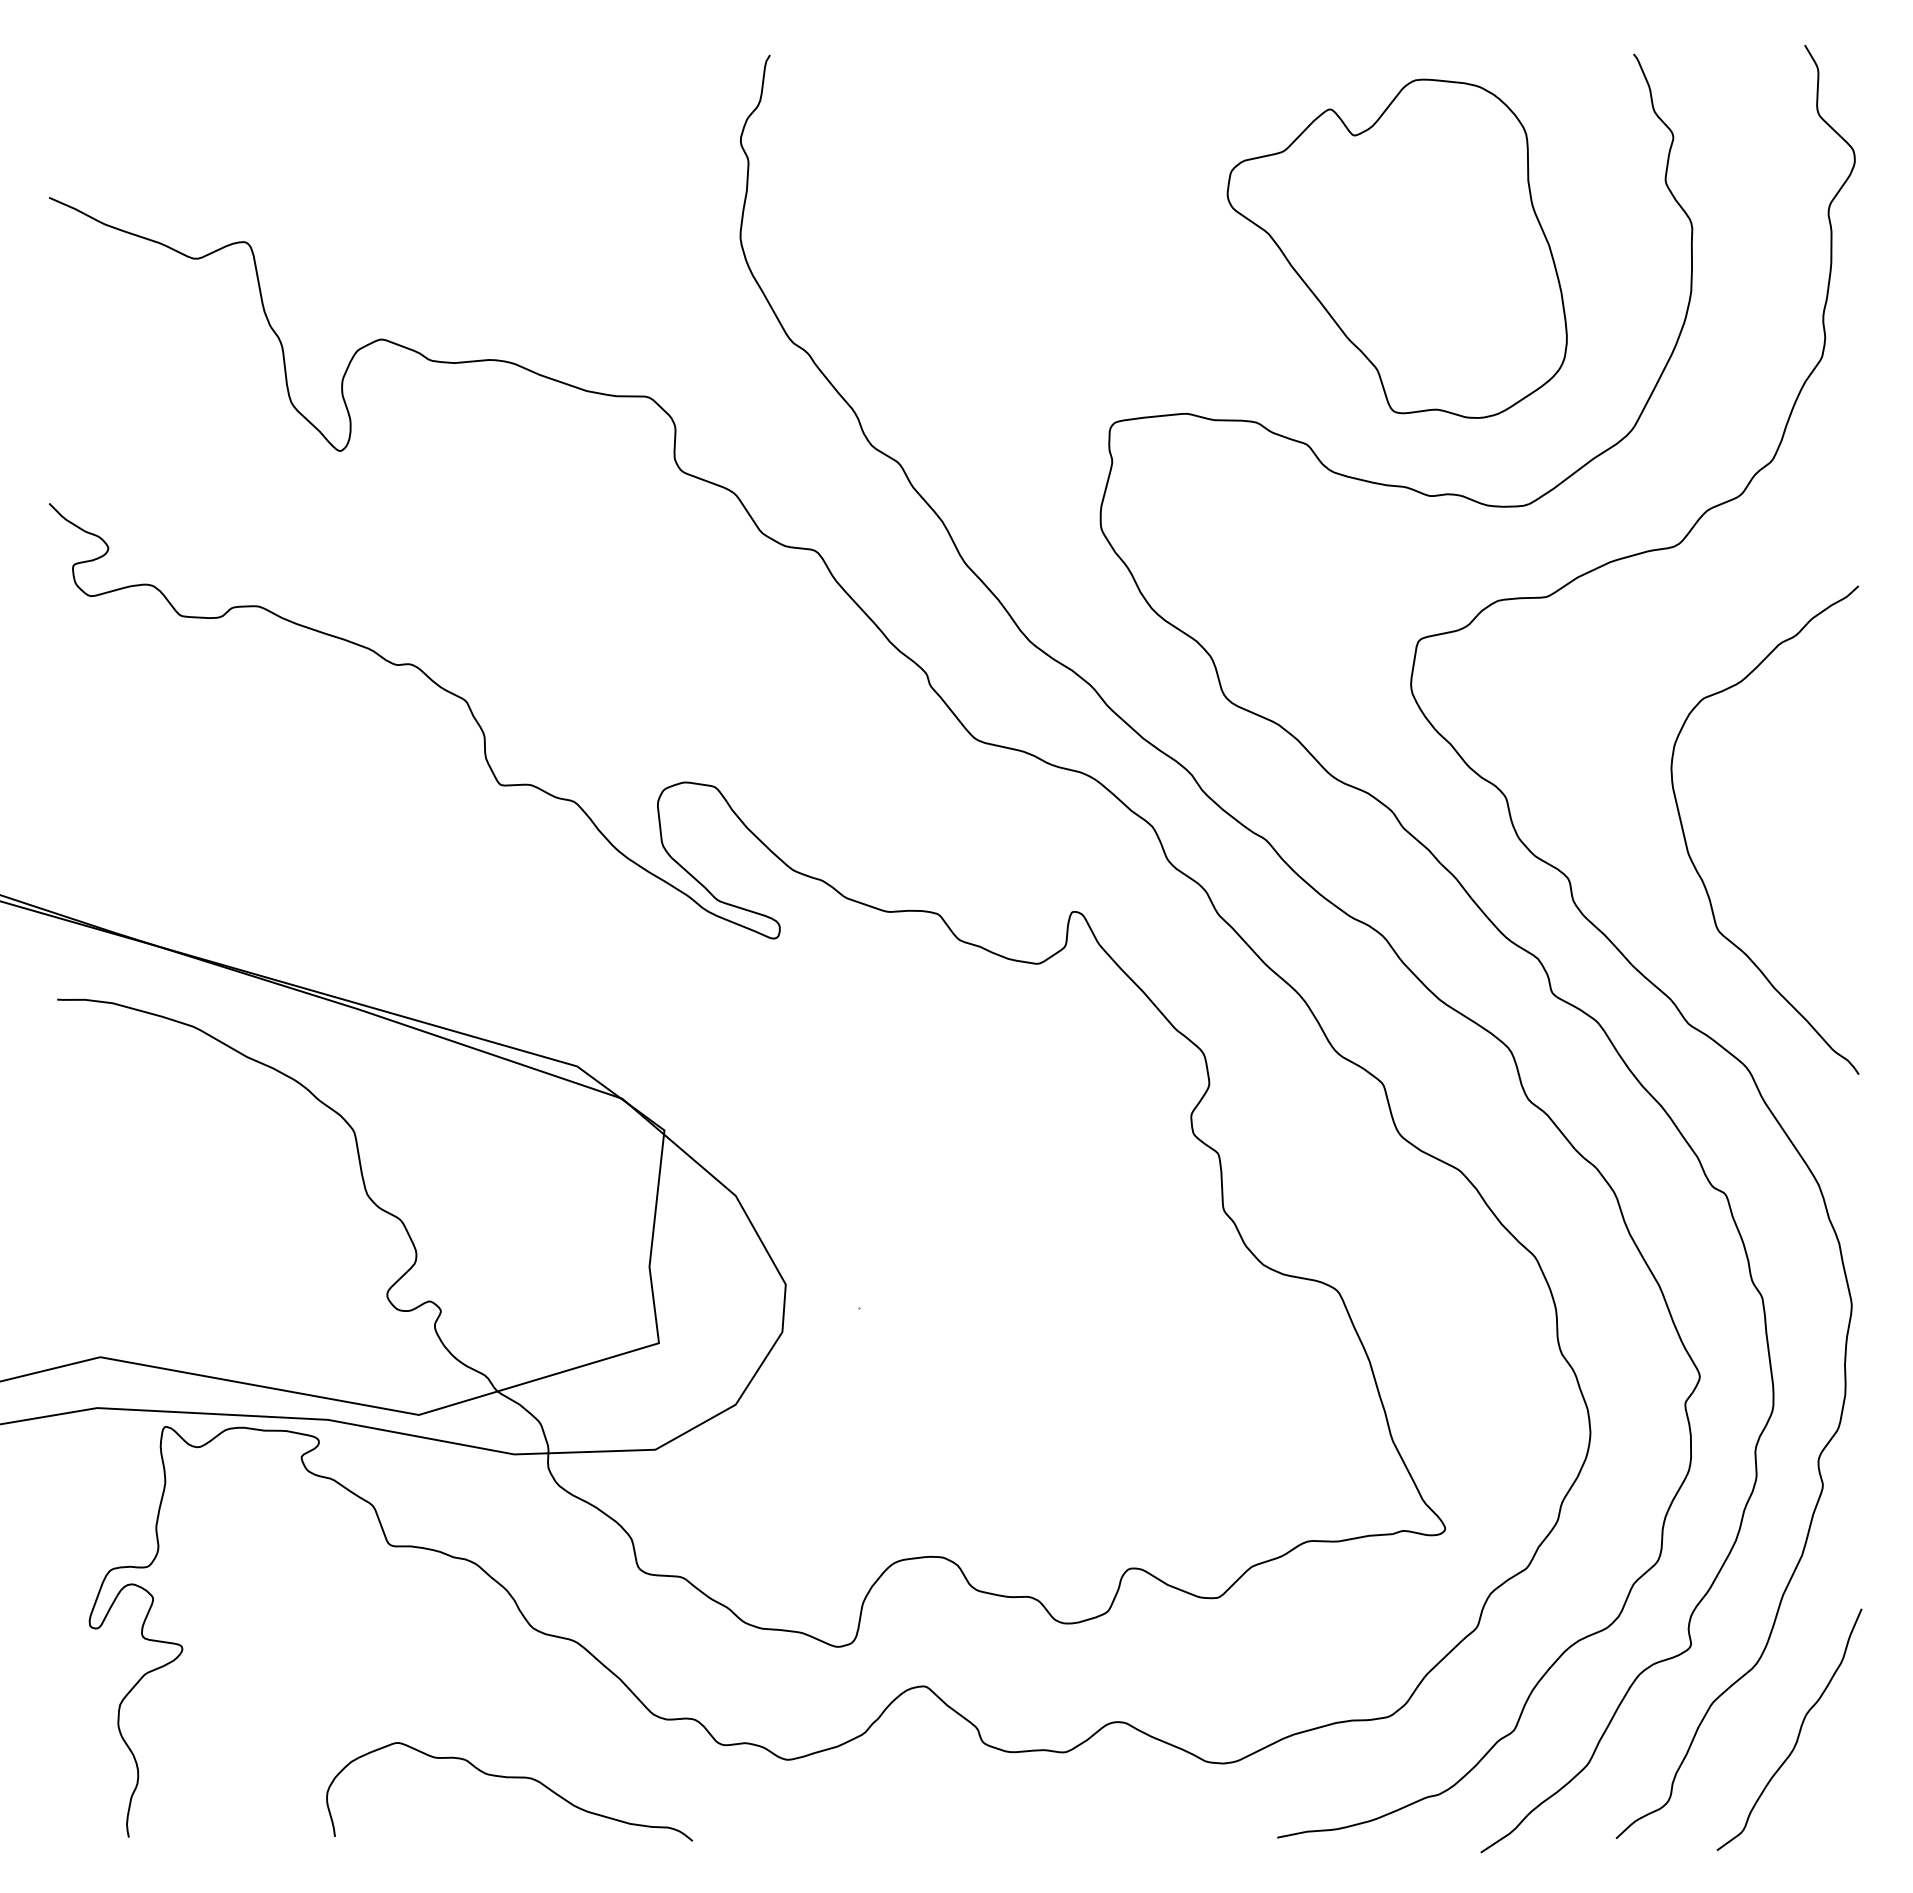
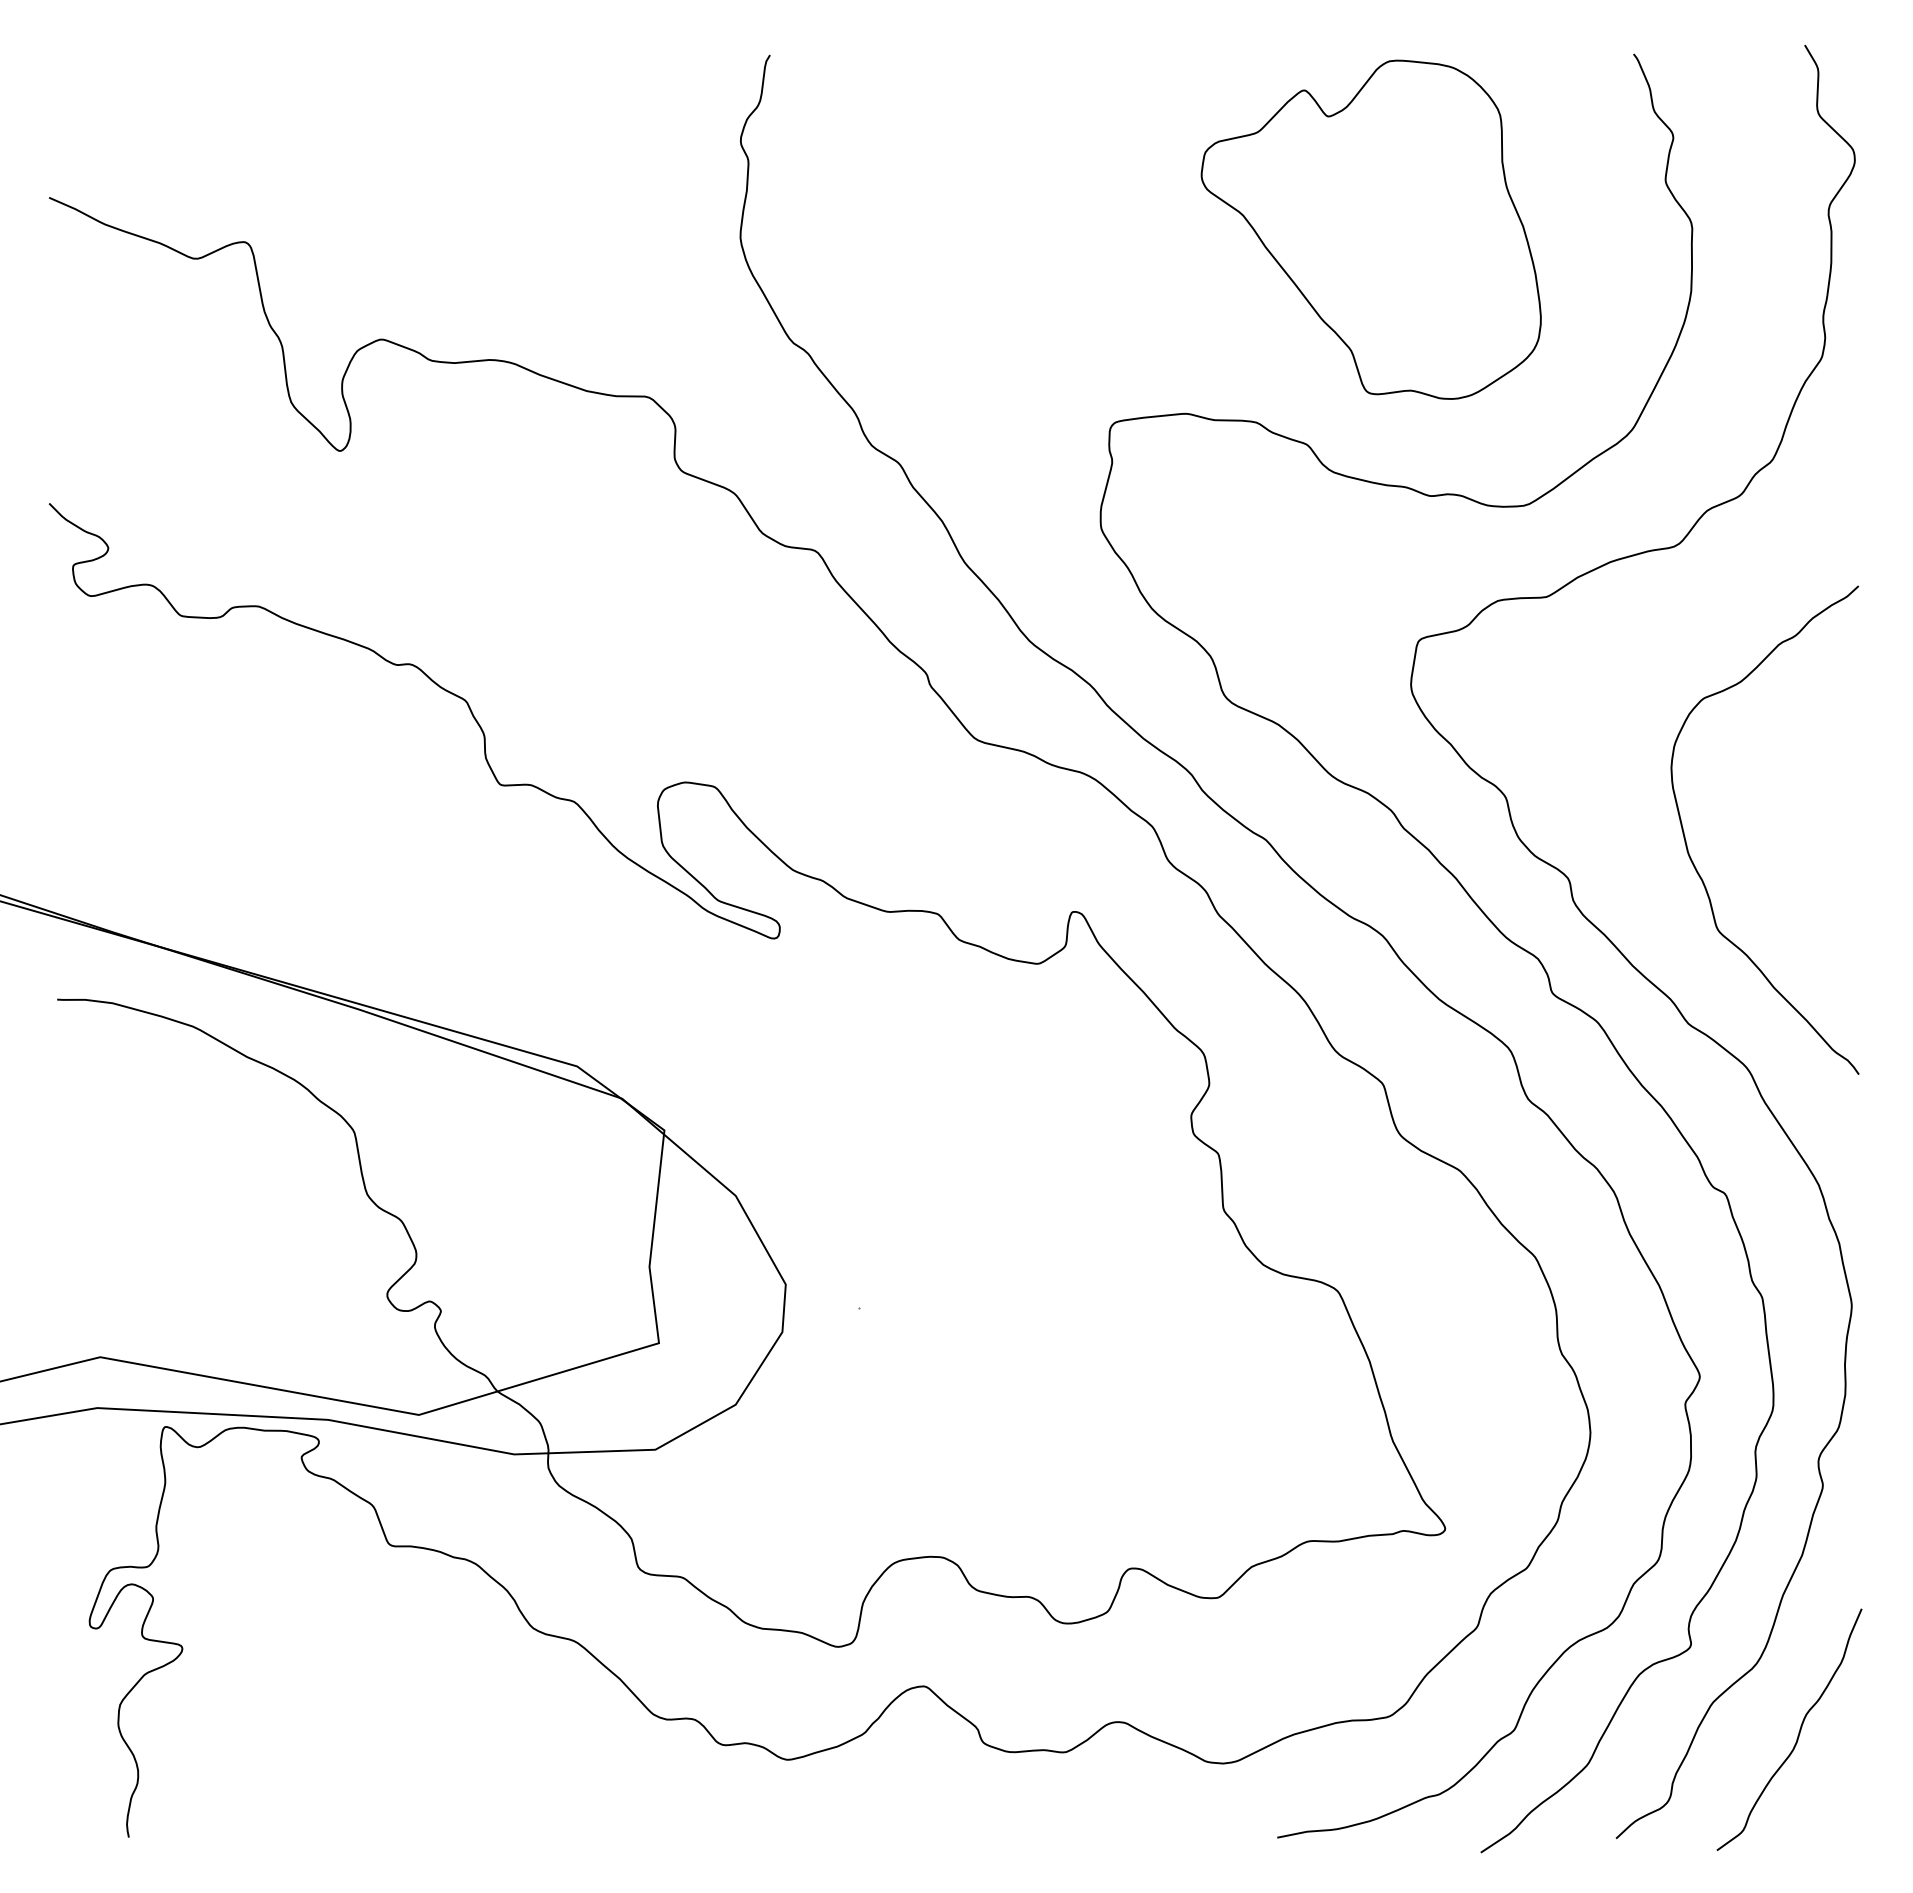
part at (1396, 248) position: (1396, 248) -> (1370, 229)
curve at (509, 1778): present -> none
